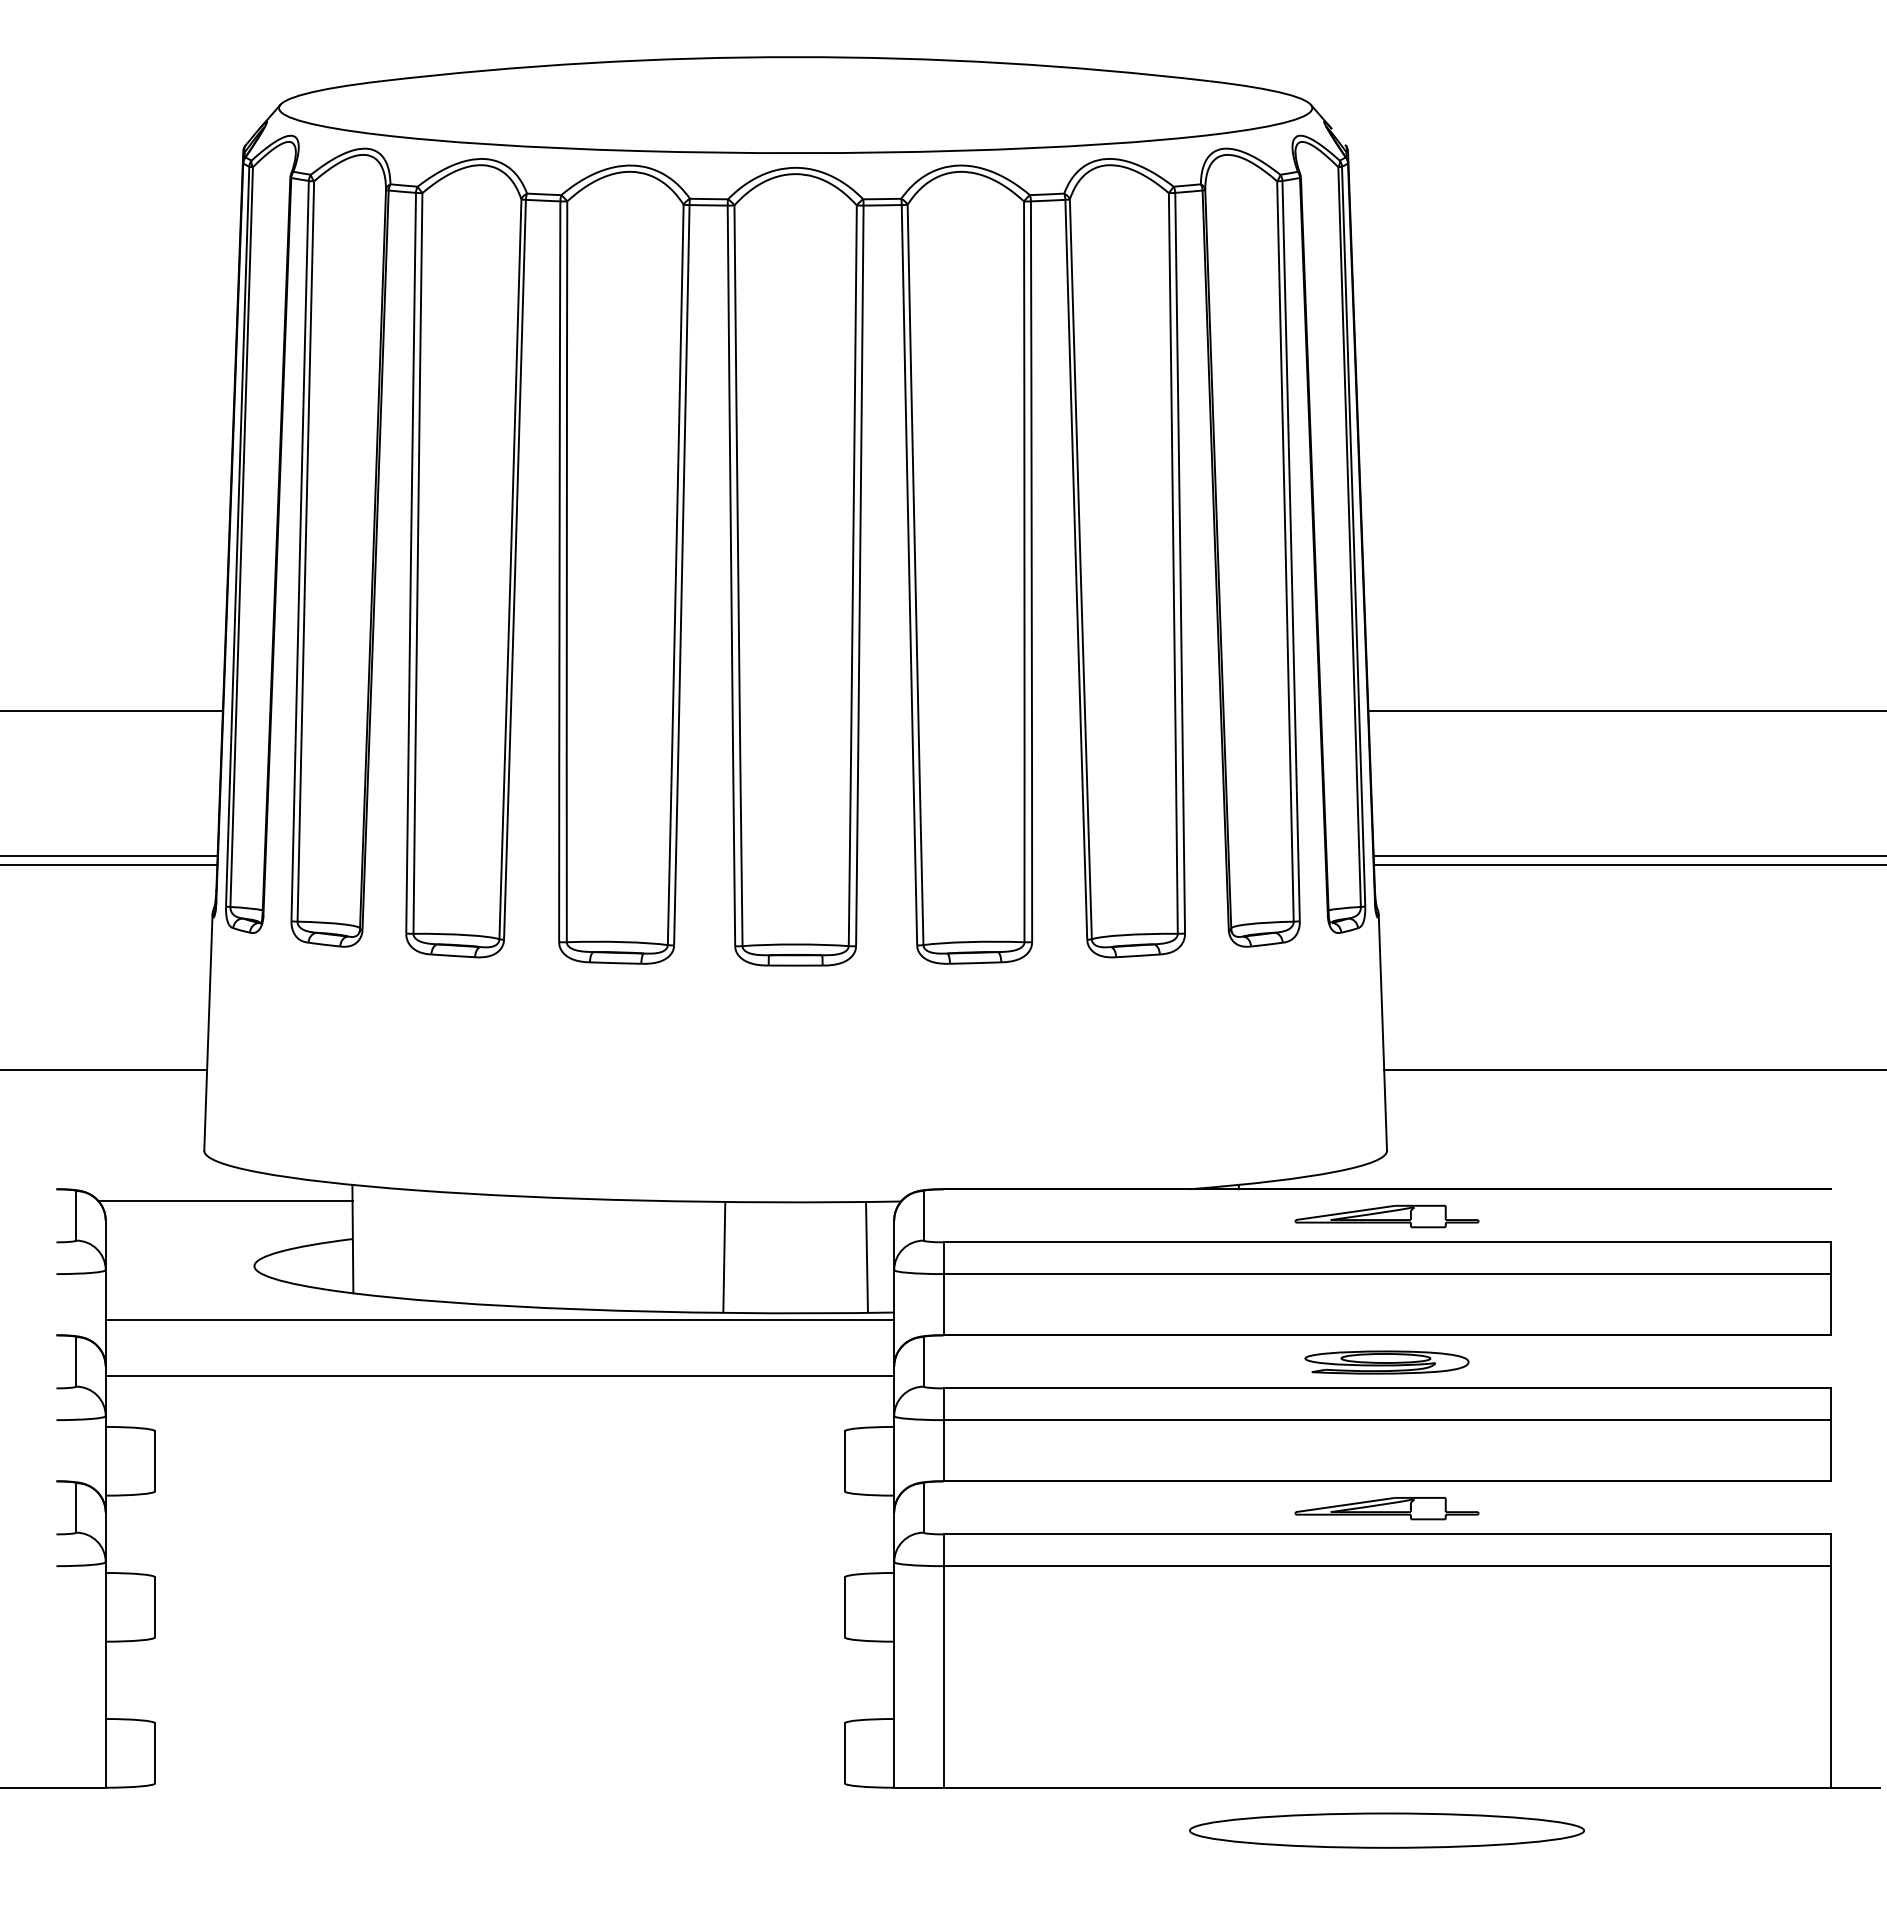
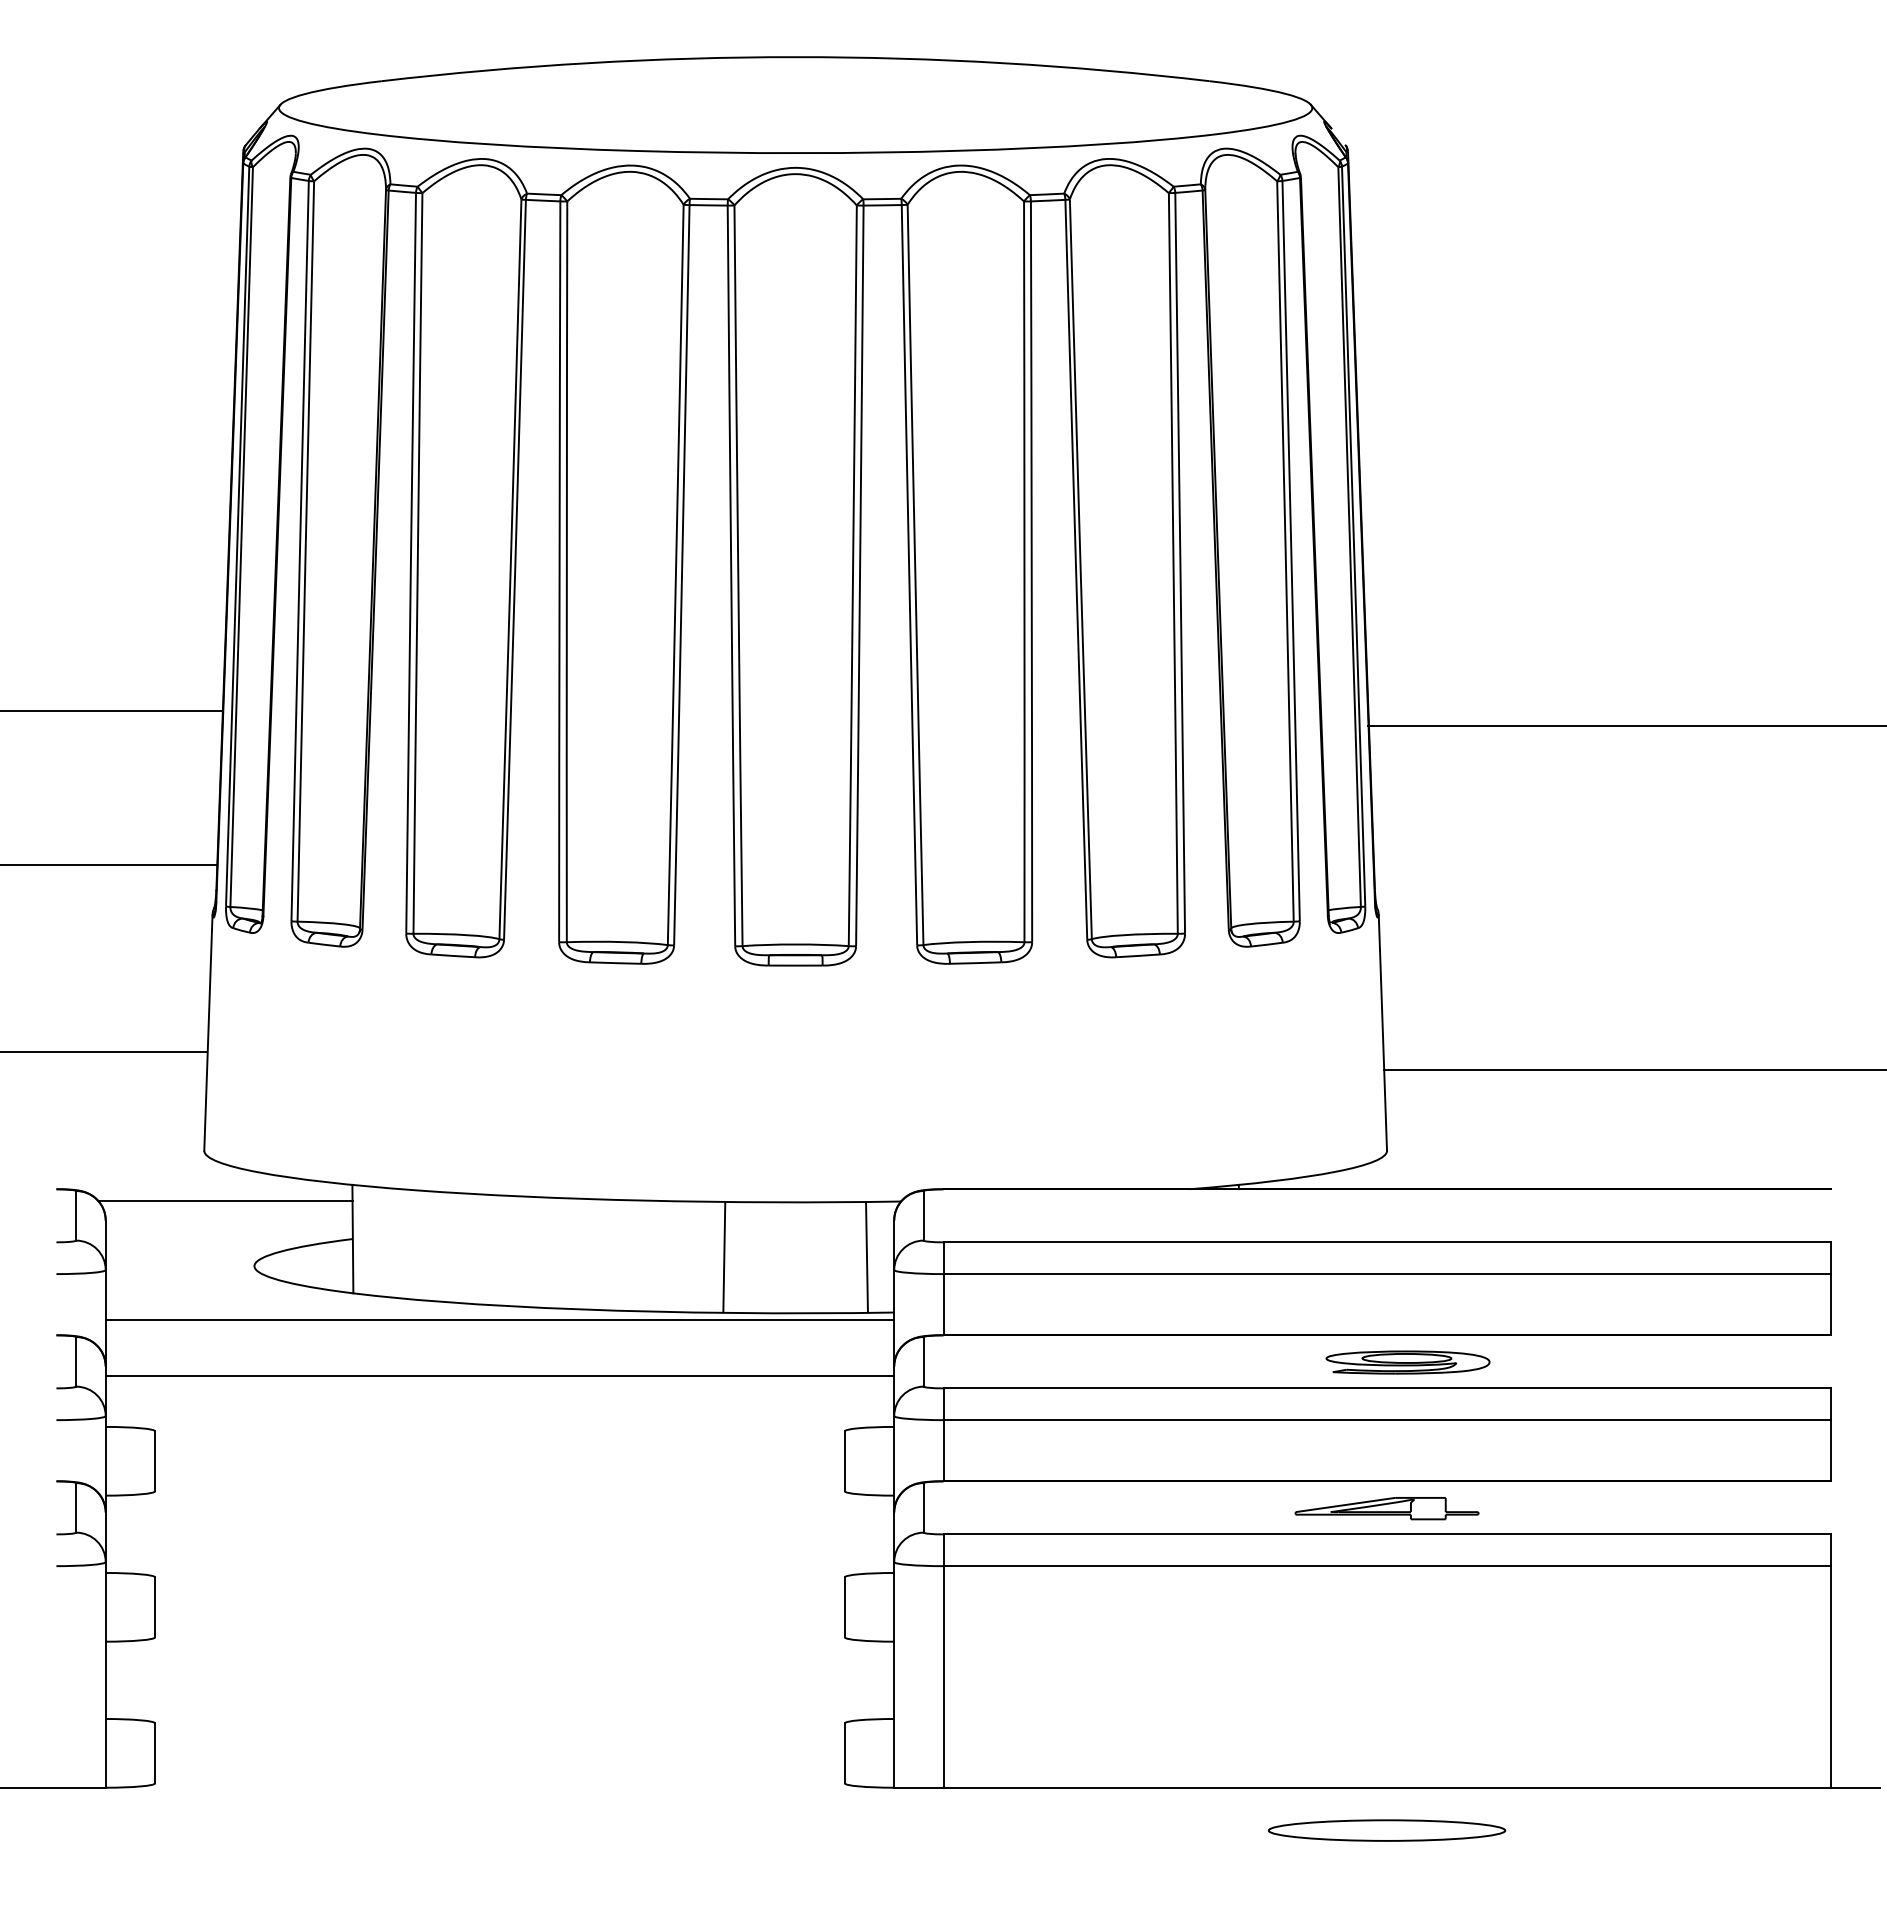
line at (1625, 710) position: (1625, 710) -> (1625, 725)
line at (109, 856): present -> none
line at (1628, 856): present -> none
line at (1628, 864): present -> none
line at (104, 1070) position: (104, 1070) -> (104, 1052)
part at (1386, 1216): present -> none
part at (1386, 1362) position: (1386, 1362) -> (1407, 1362)
part at (1386, 1830) size: 396x37 px -> 239x23 px
